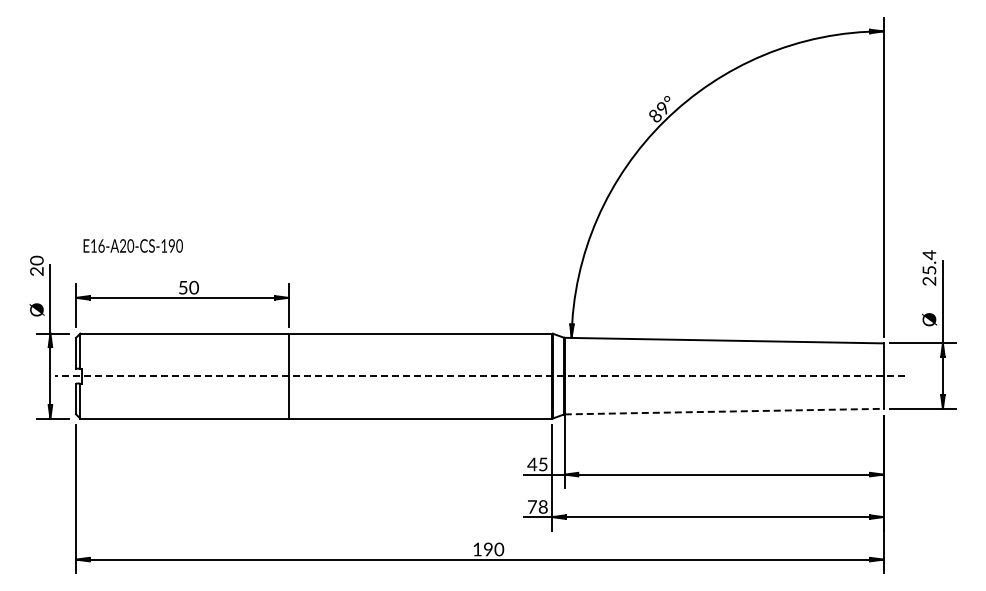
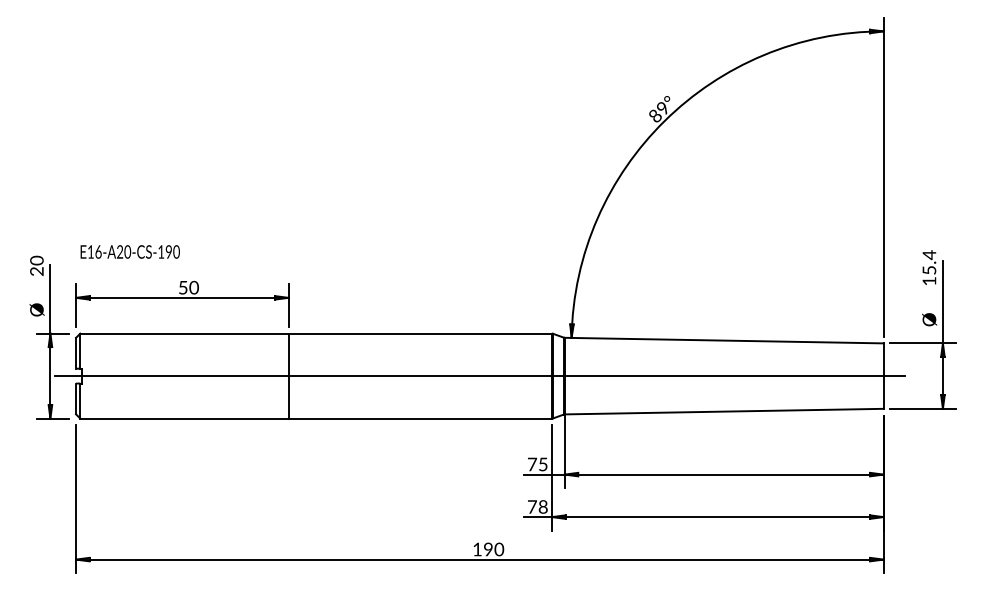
text at (132, 245) position: (132, 245) -> (129, 251)
text at (929, 280): 25.4 -> 15.4
line at (479, 376): dashed -> solid
line at (724, 411): dashed -> solid
text at (532, 464): 45 -> 75
